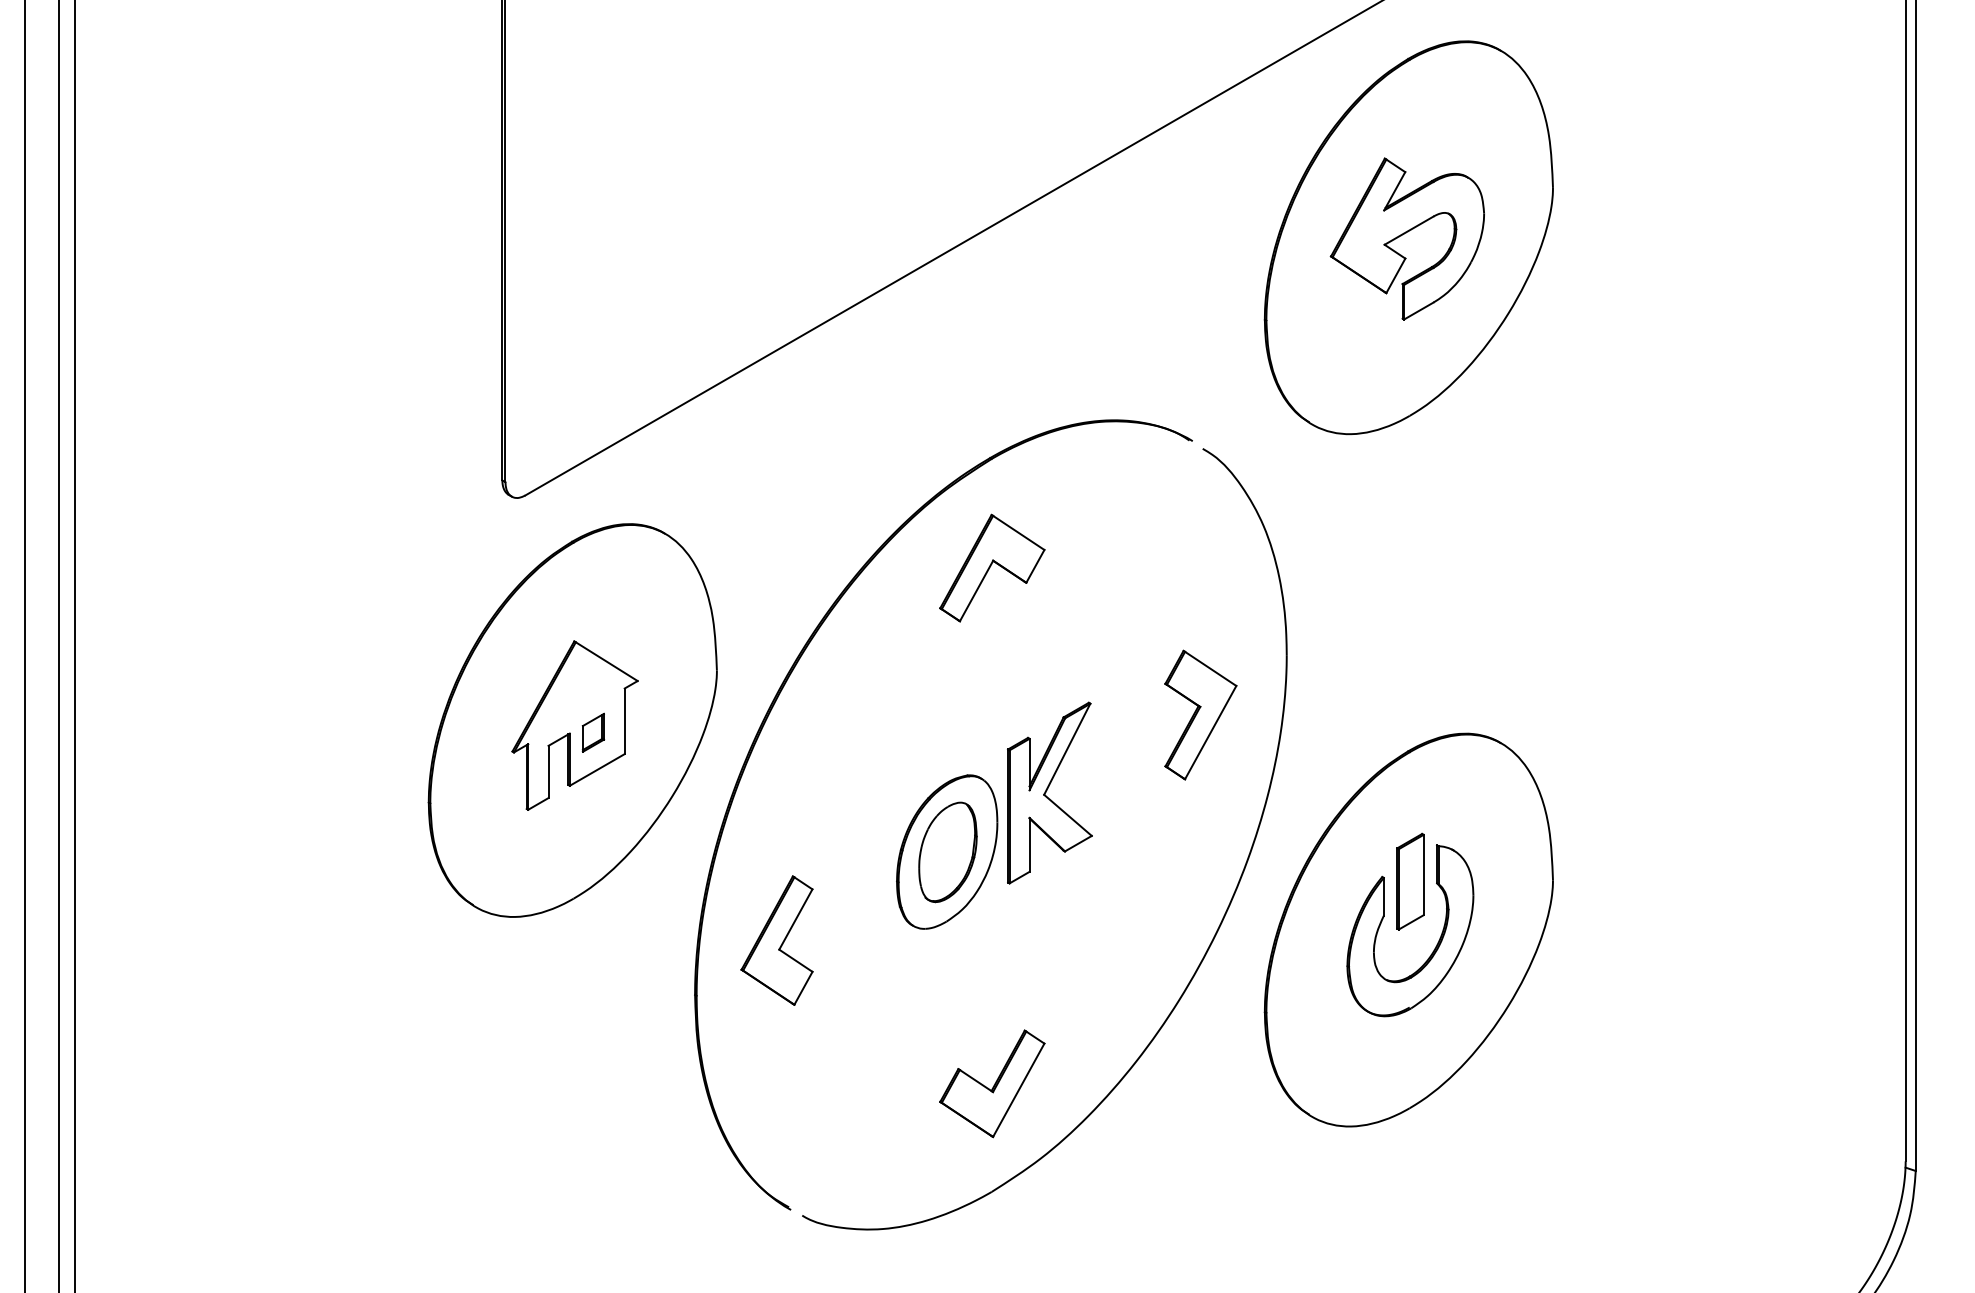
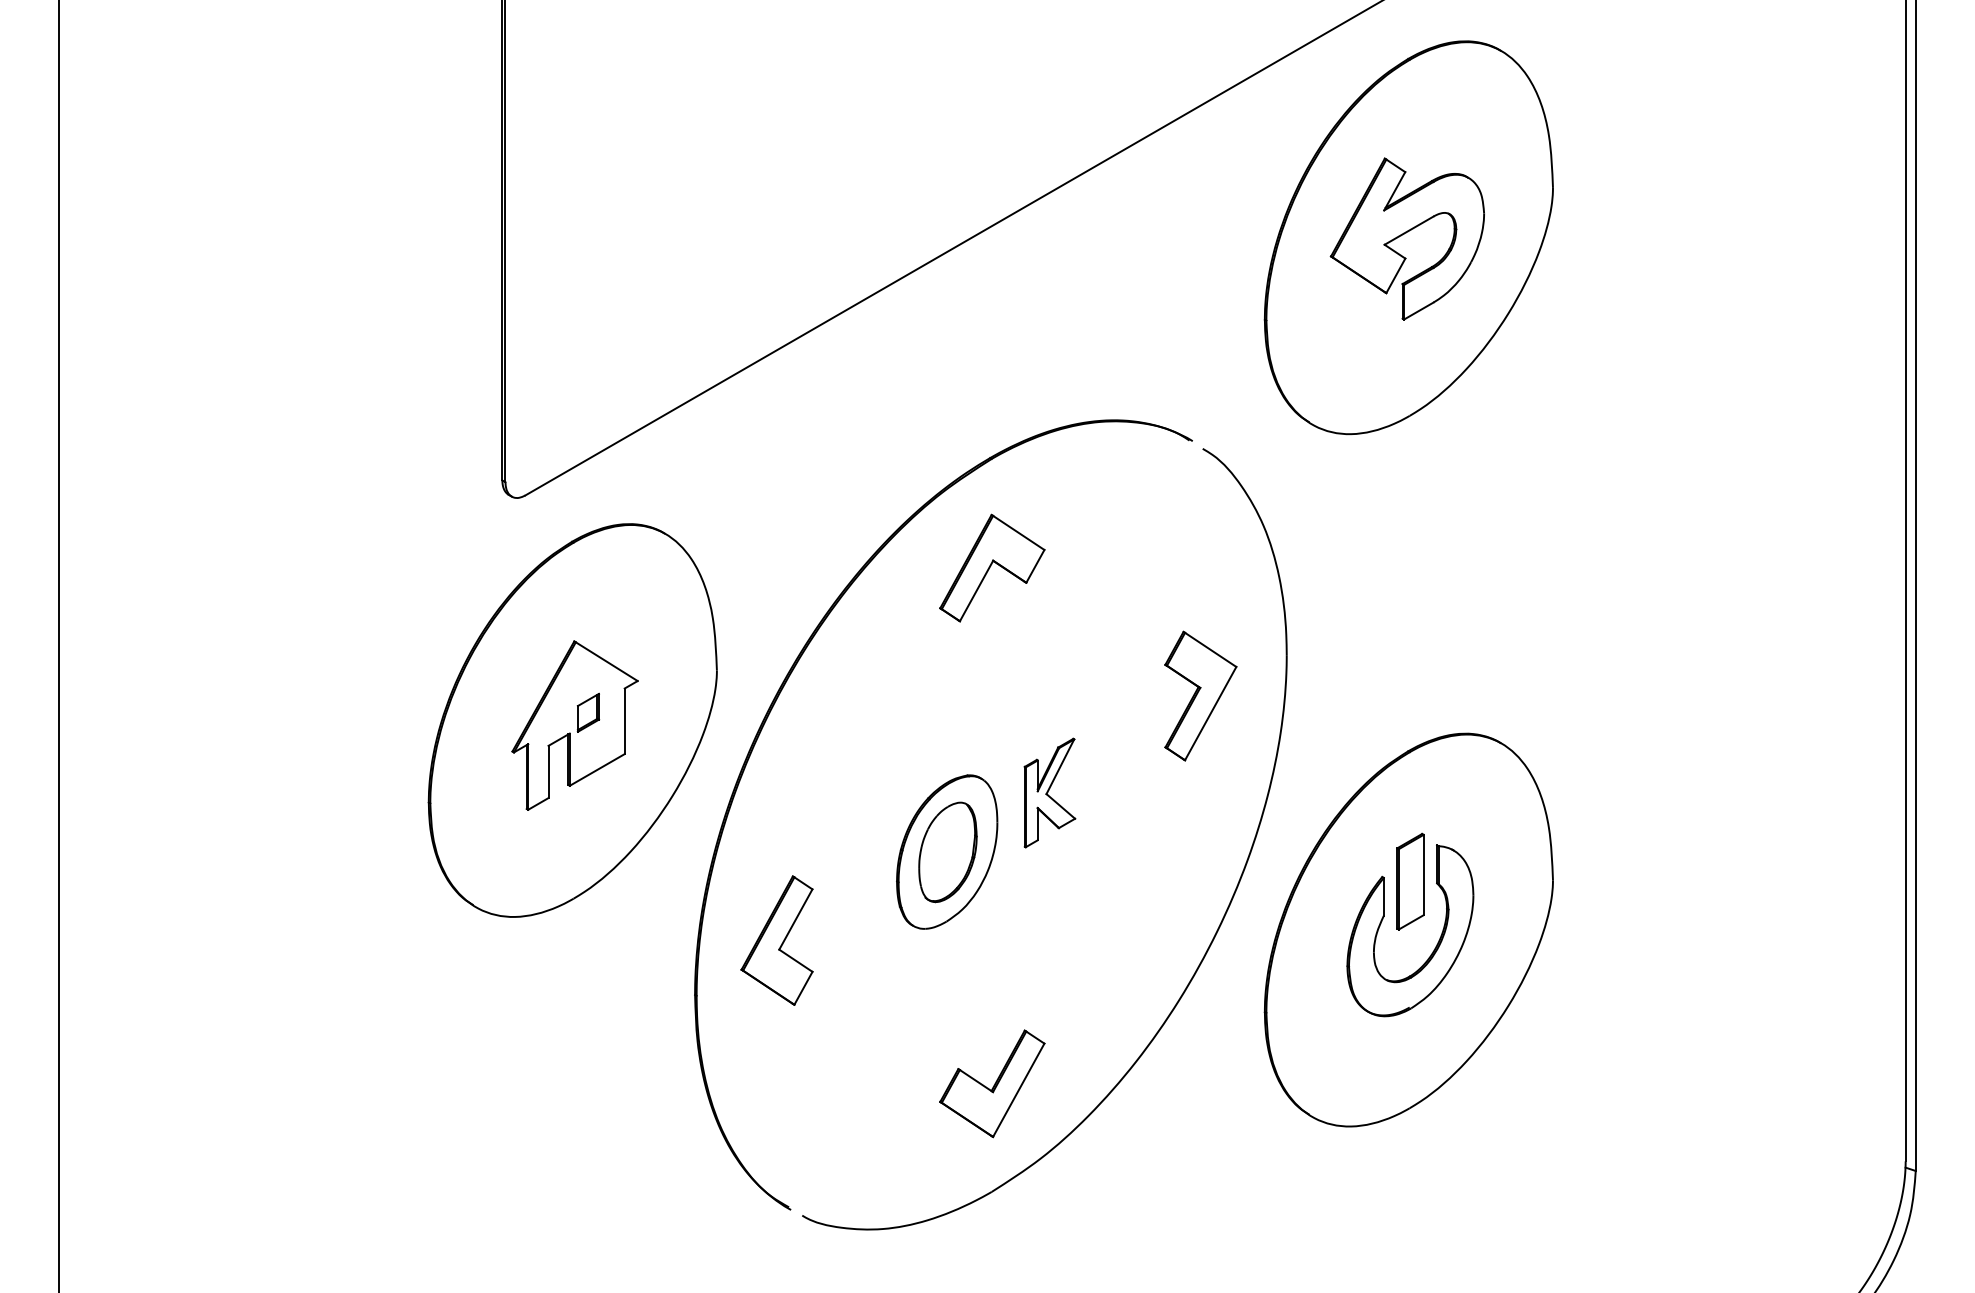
line at (24, 645): present -> none
line at (74, 645): present -> none
part at (1200, 714) position: (1200, 714) -> (1200, 695)
part at (593, 732) position: (593, 732) -> (588, 712)
part at (1049, 792) size: 86x184 px -> 54x112 px
